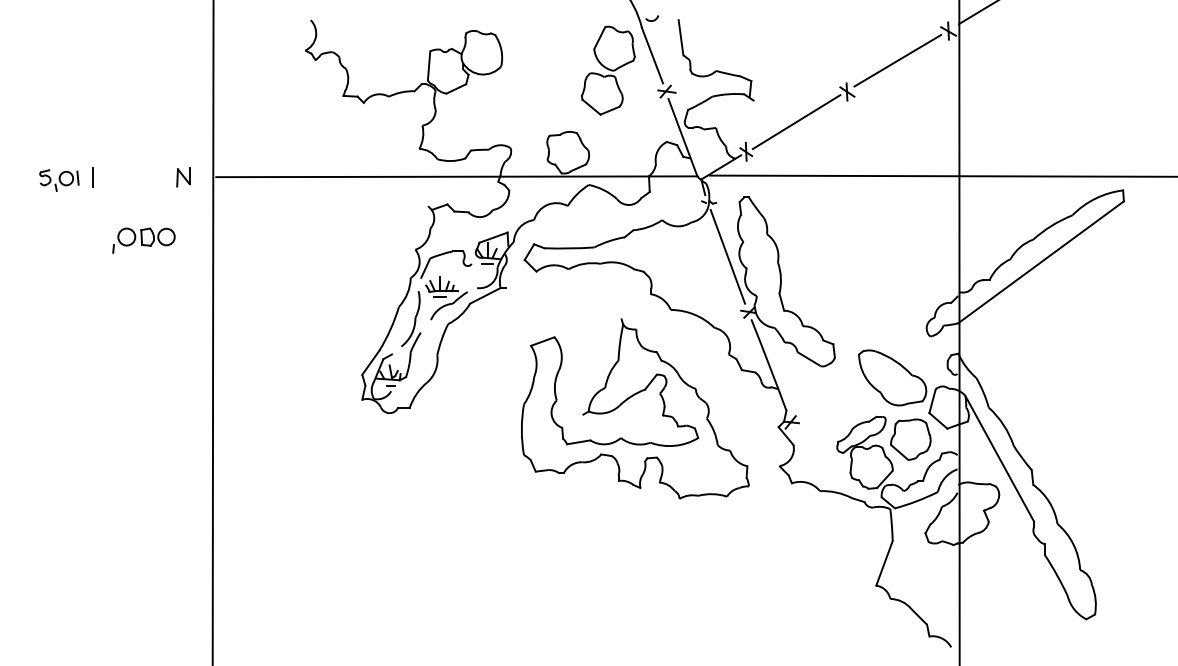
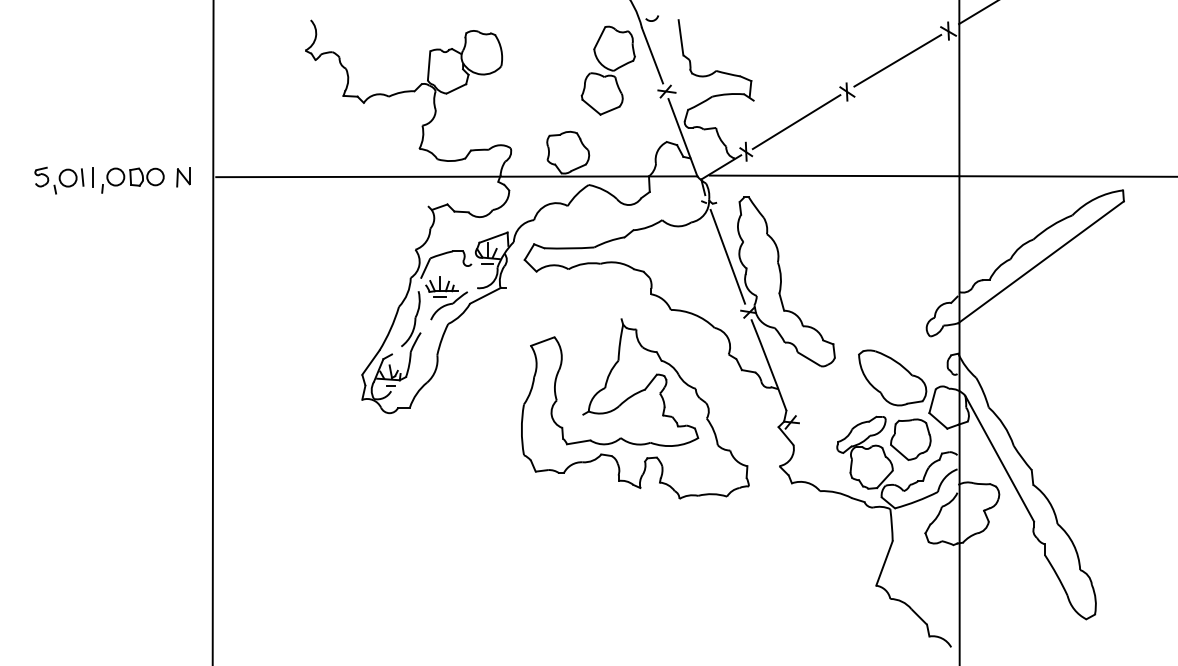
part at (59, 180) size: 41x23 px -> 51x29 px
part at (143, 240) position: (143, 240) -> (132, 180)
